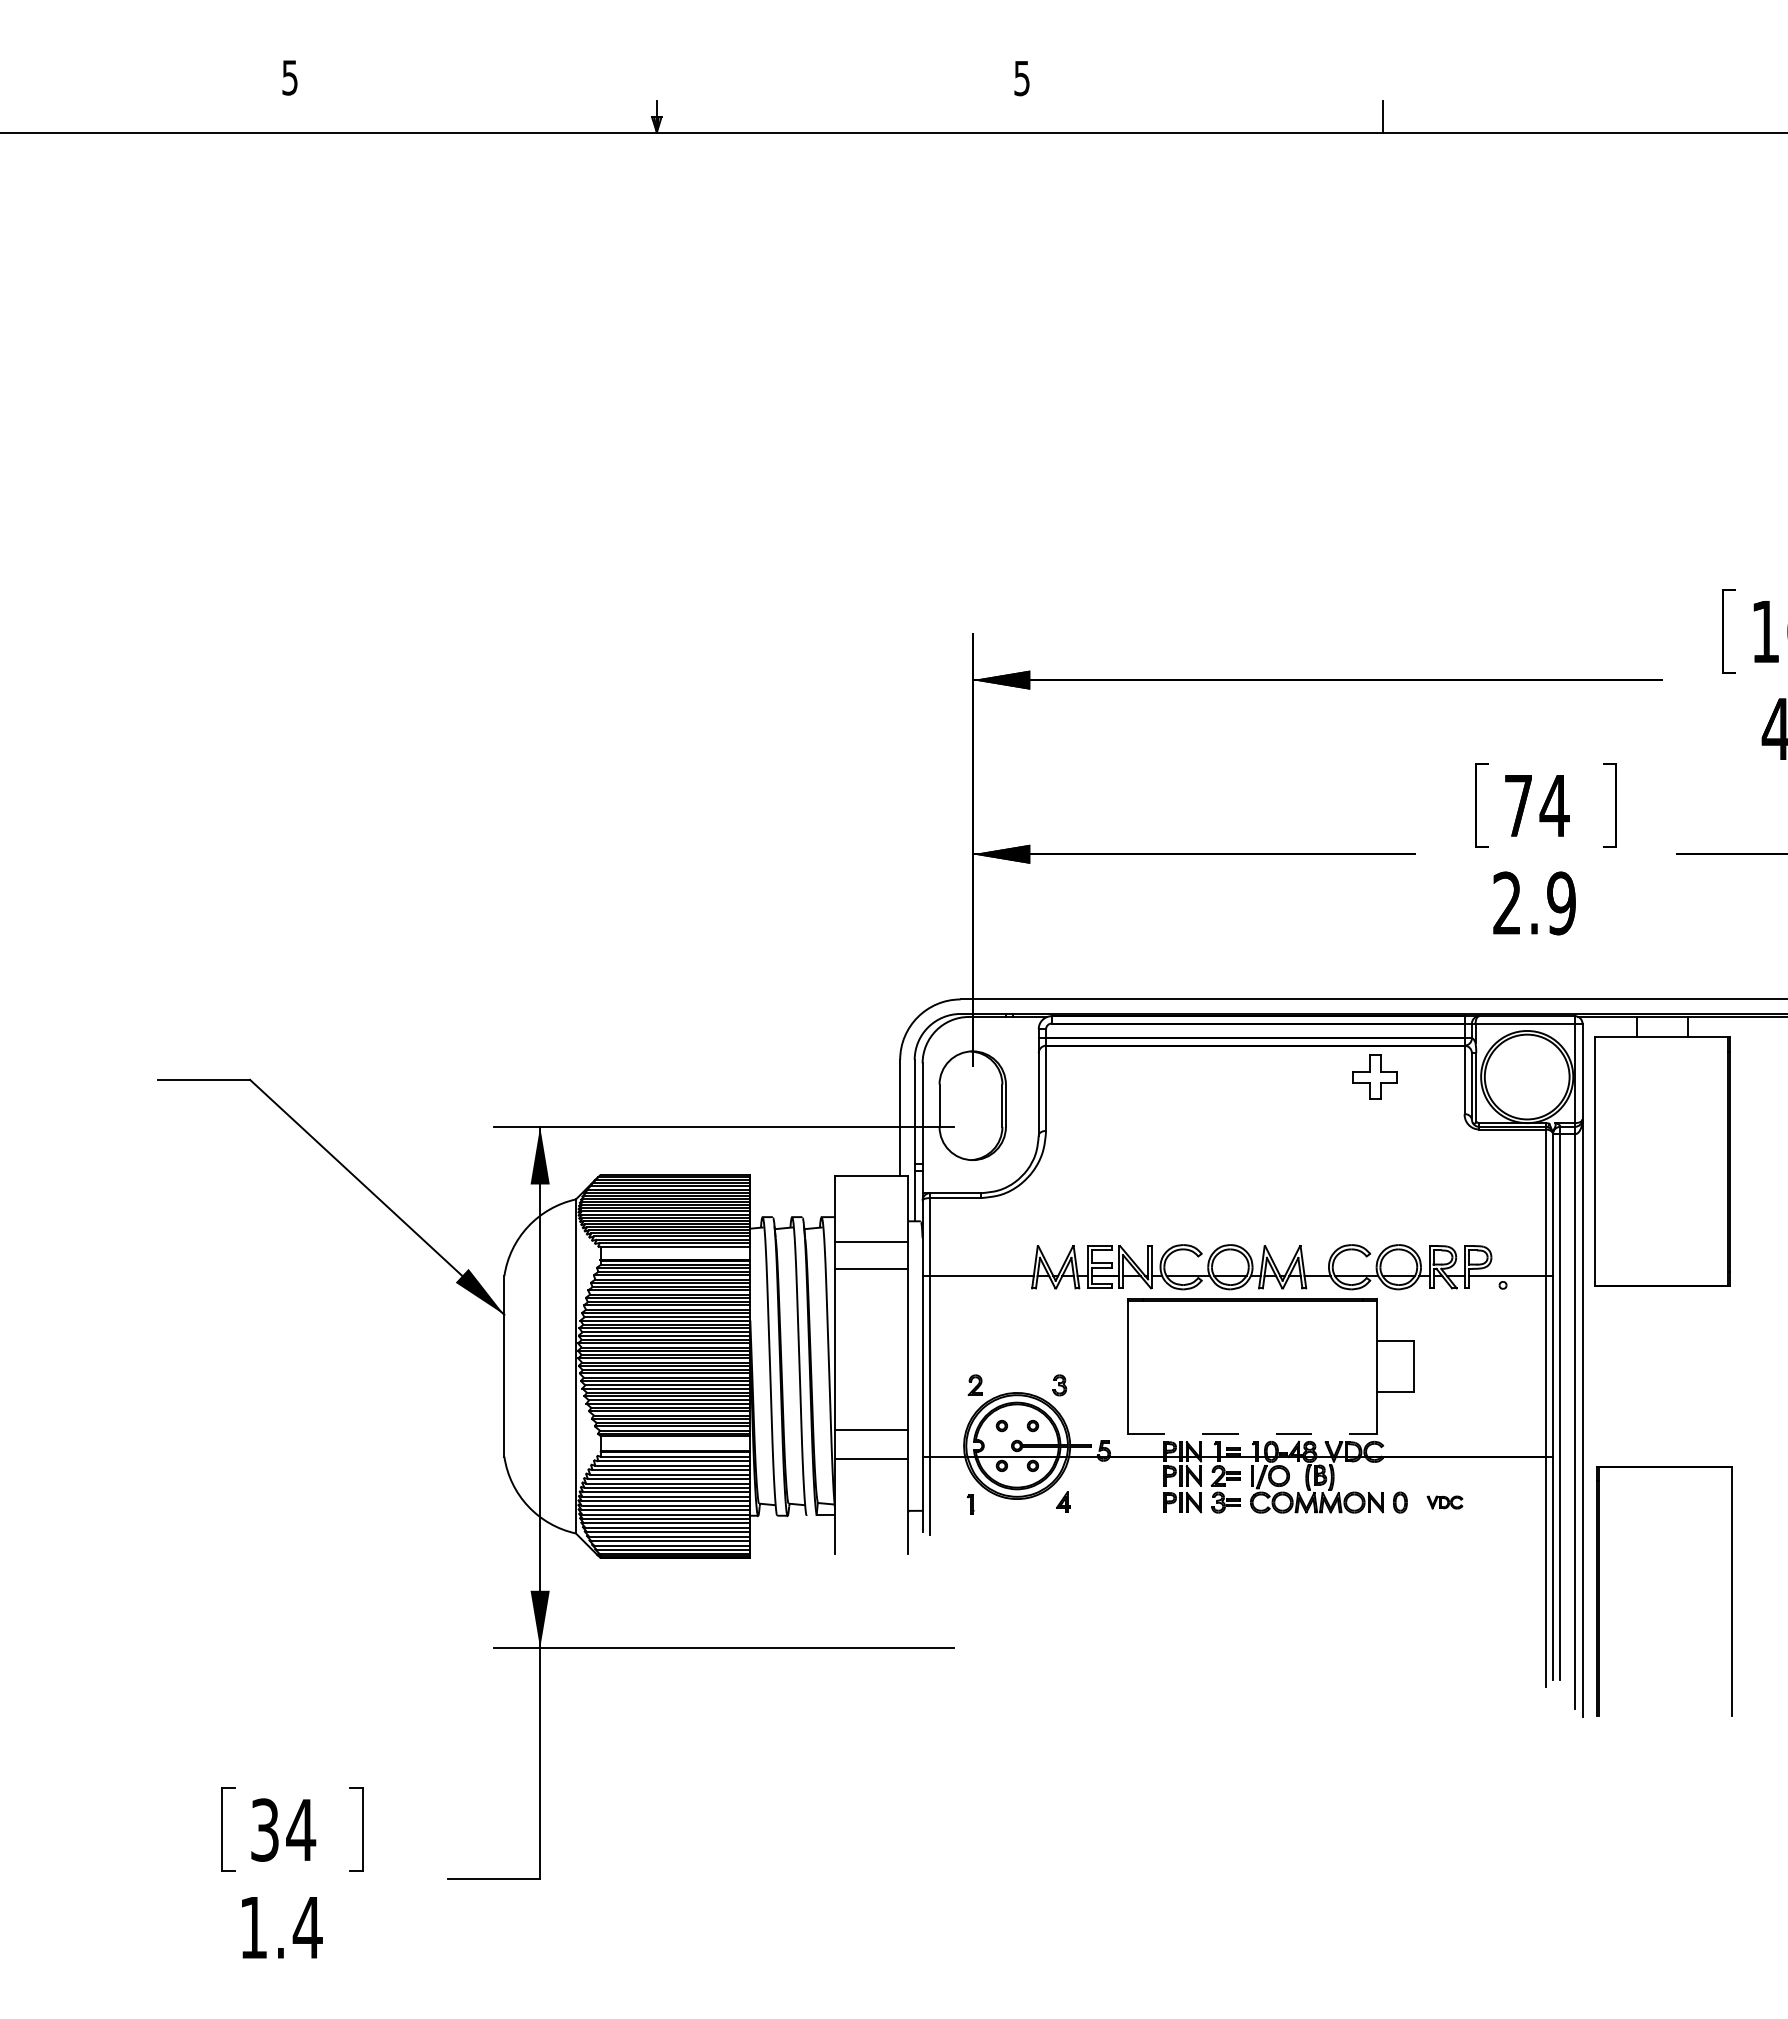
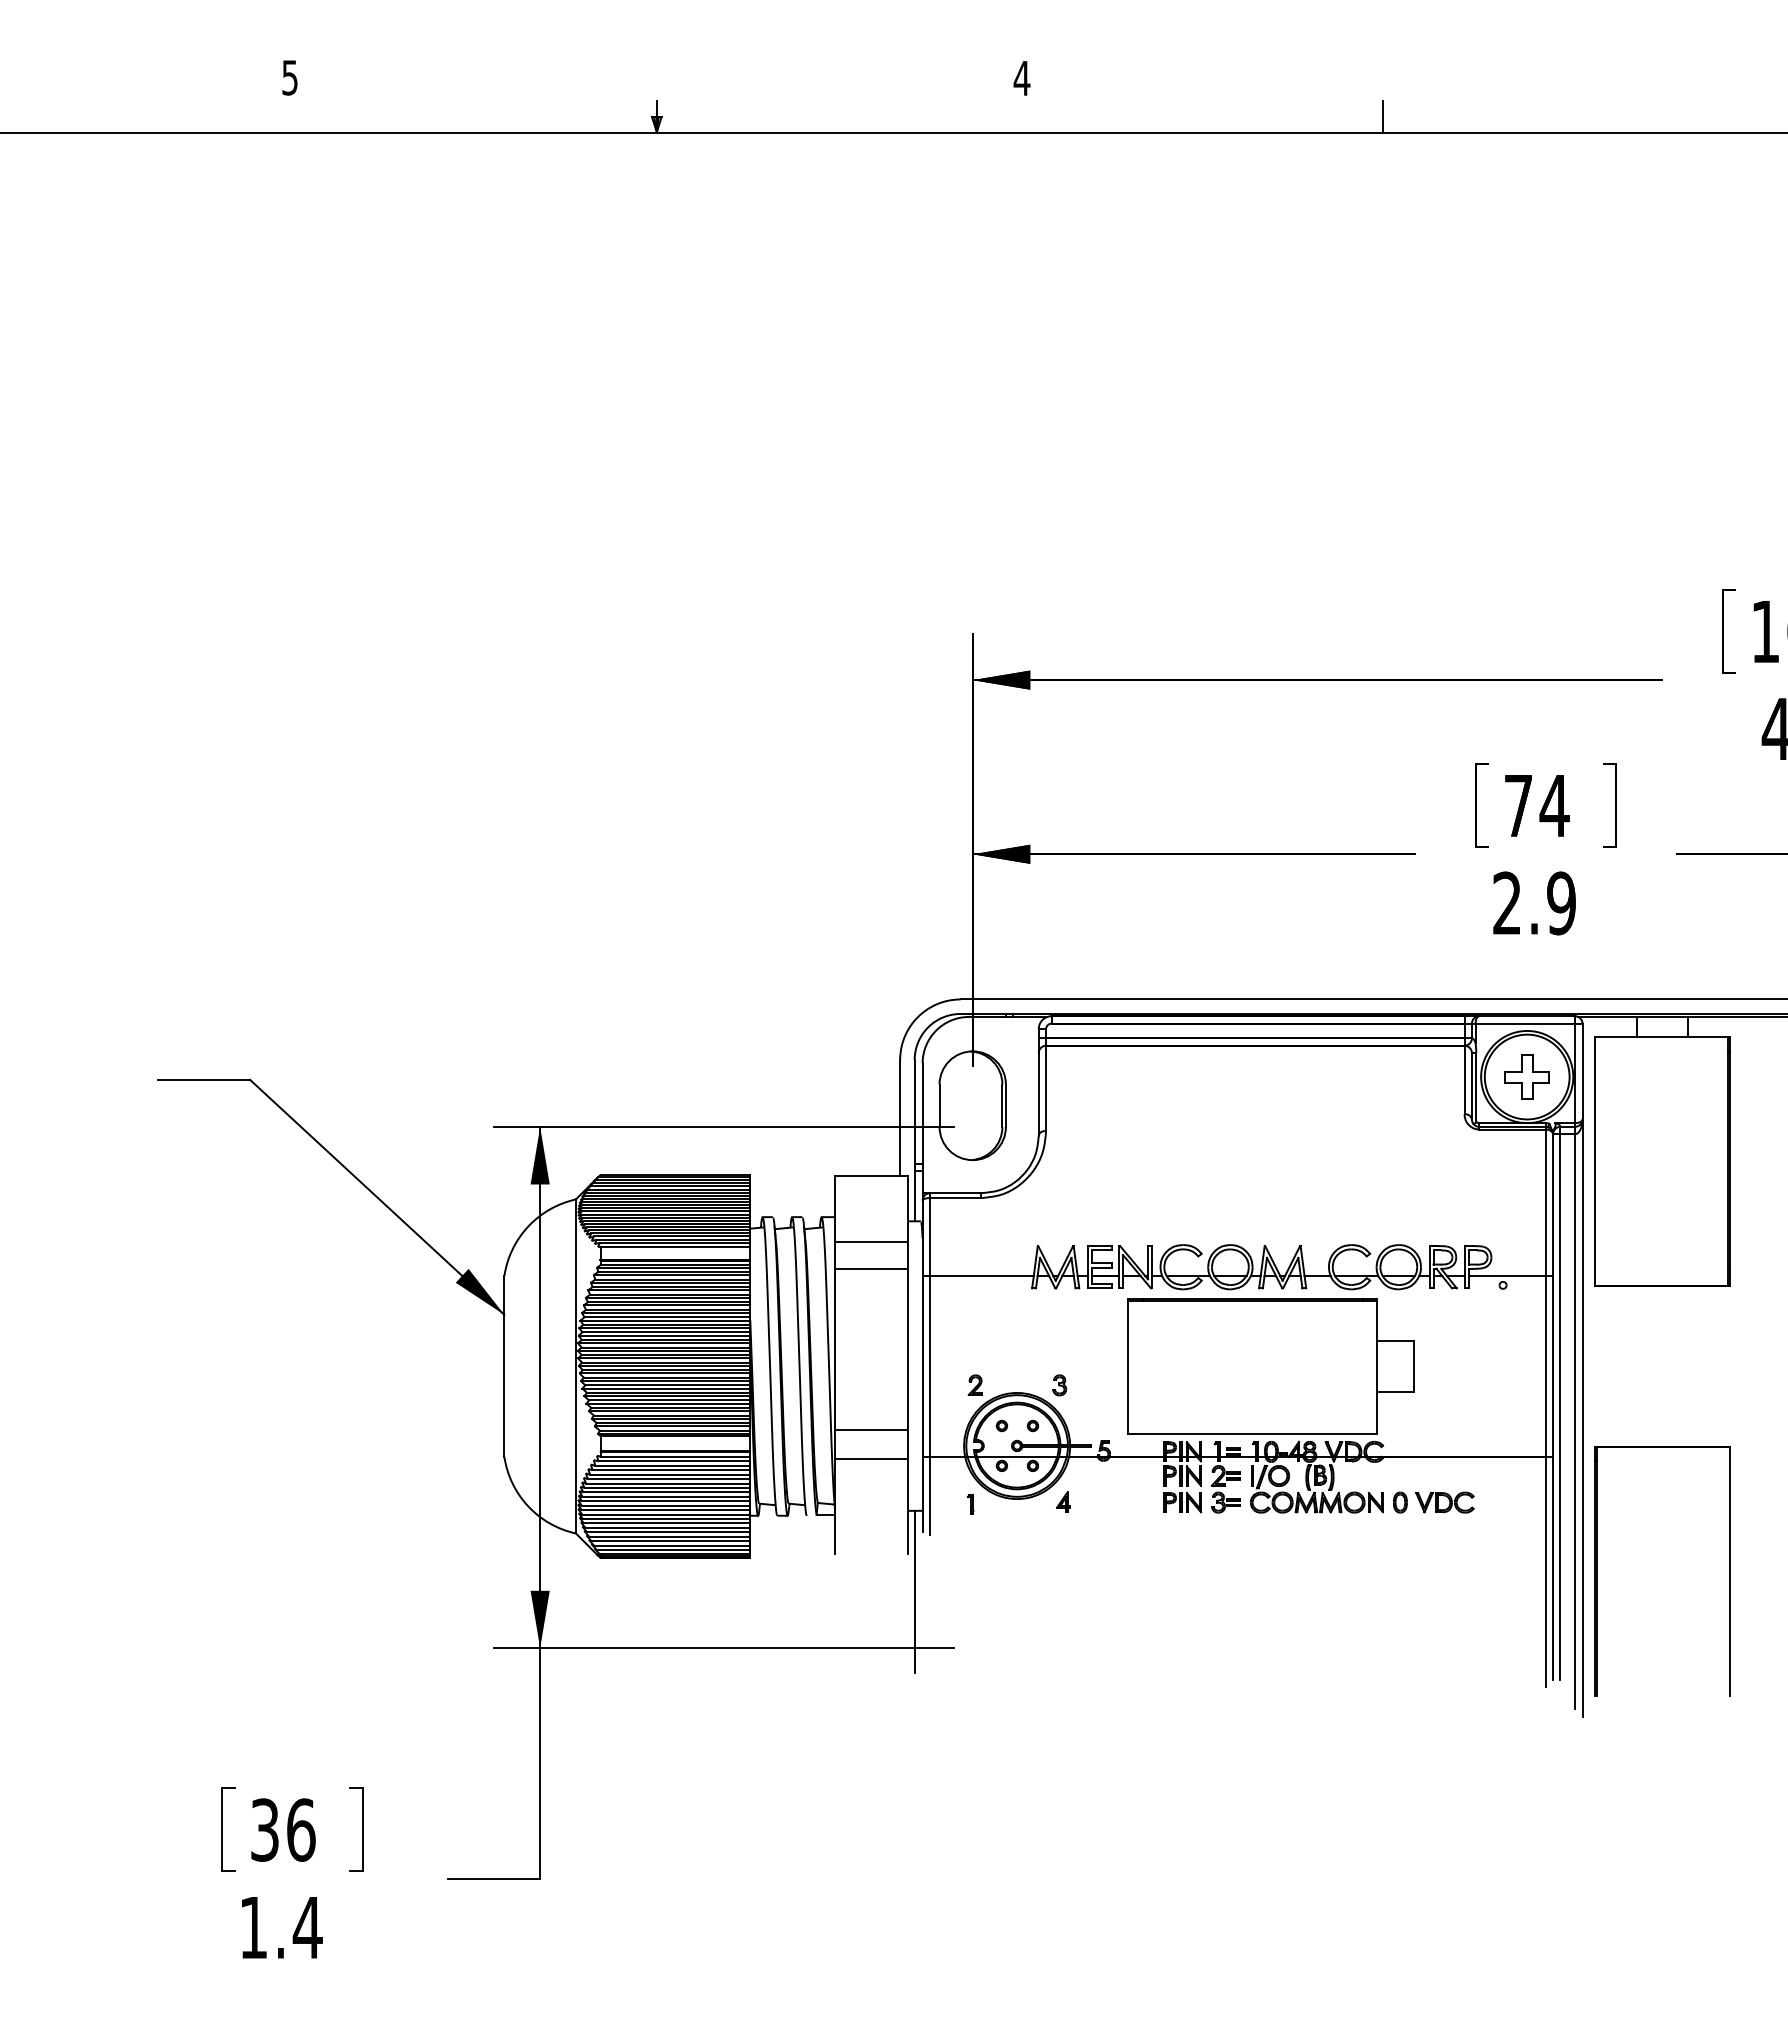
text at (1021, 78): 5 -> 4
part at (1374, 1076) position: (1374, 1076) -> (1526, 1076)
line at (1253, 1433): dashed -> solid
part at (1444, 1502) size: 38x15 px -> 60x23 px
line at (914, 1591): none -> present
part at (1599, 1591) position: (1599, 1591) -> (1597, 1571)
text at (301, 1829): 34 -> 36
